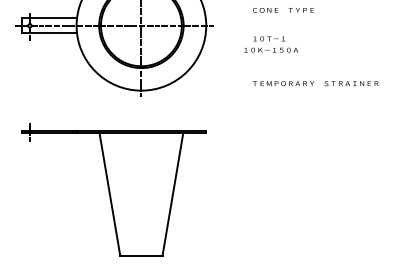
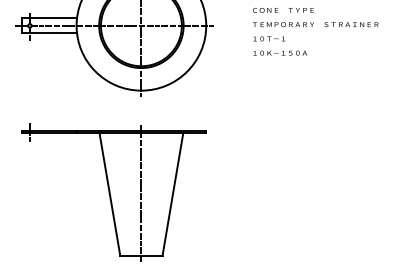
text at (271, 49) position: (271, 49) -> (280, 52)
text at (315, 83) position: (315, 83) -> (315, 24)
line at (141, 192): none -> present
